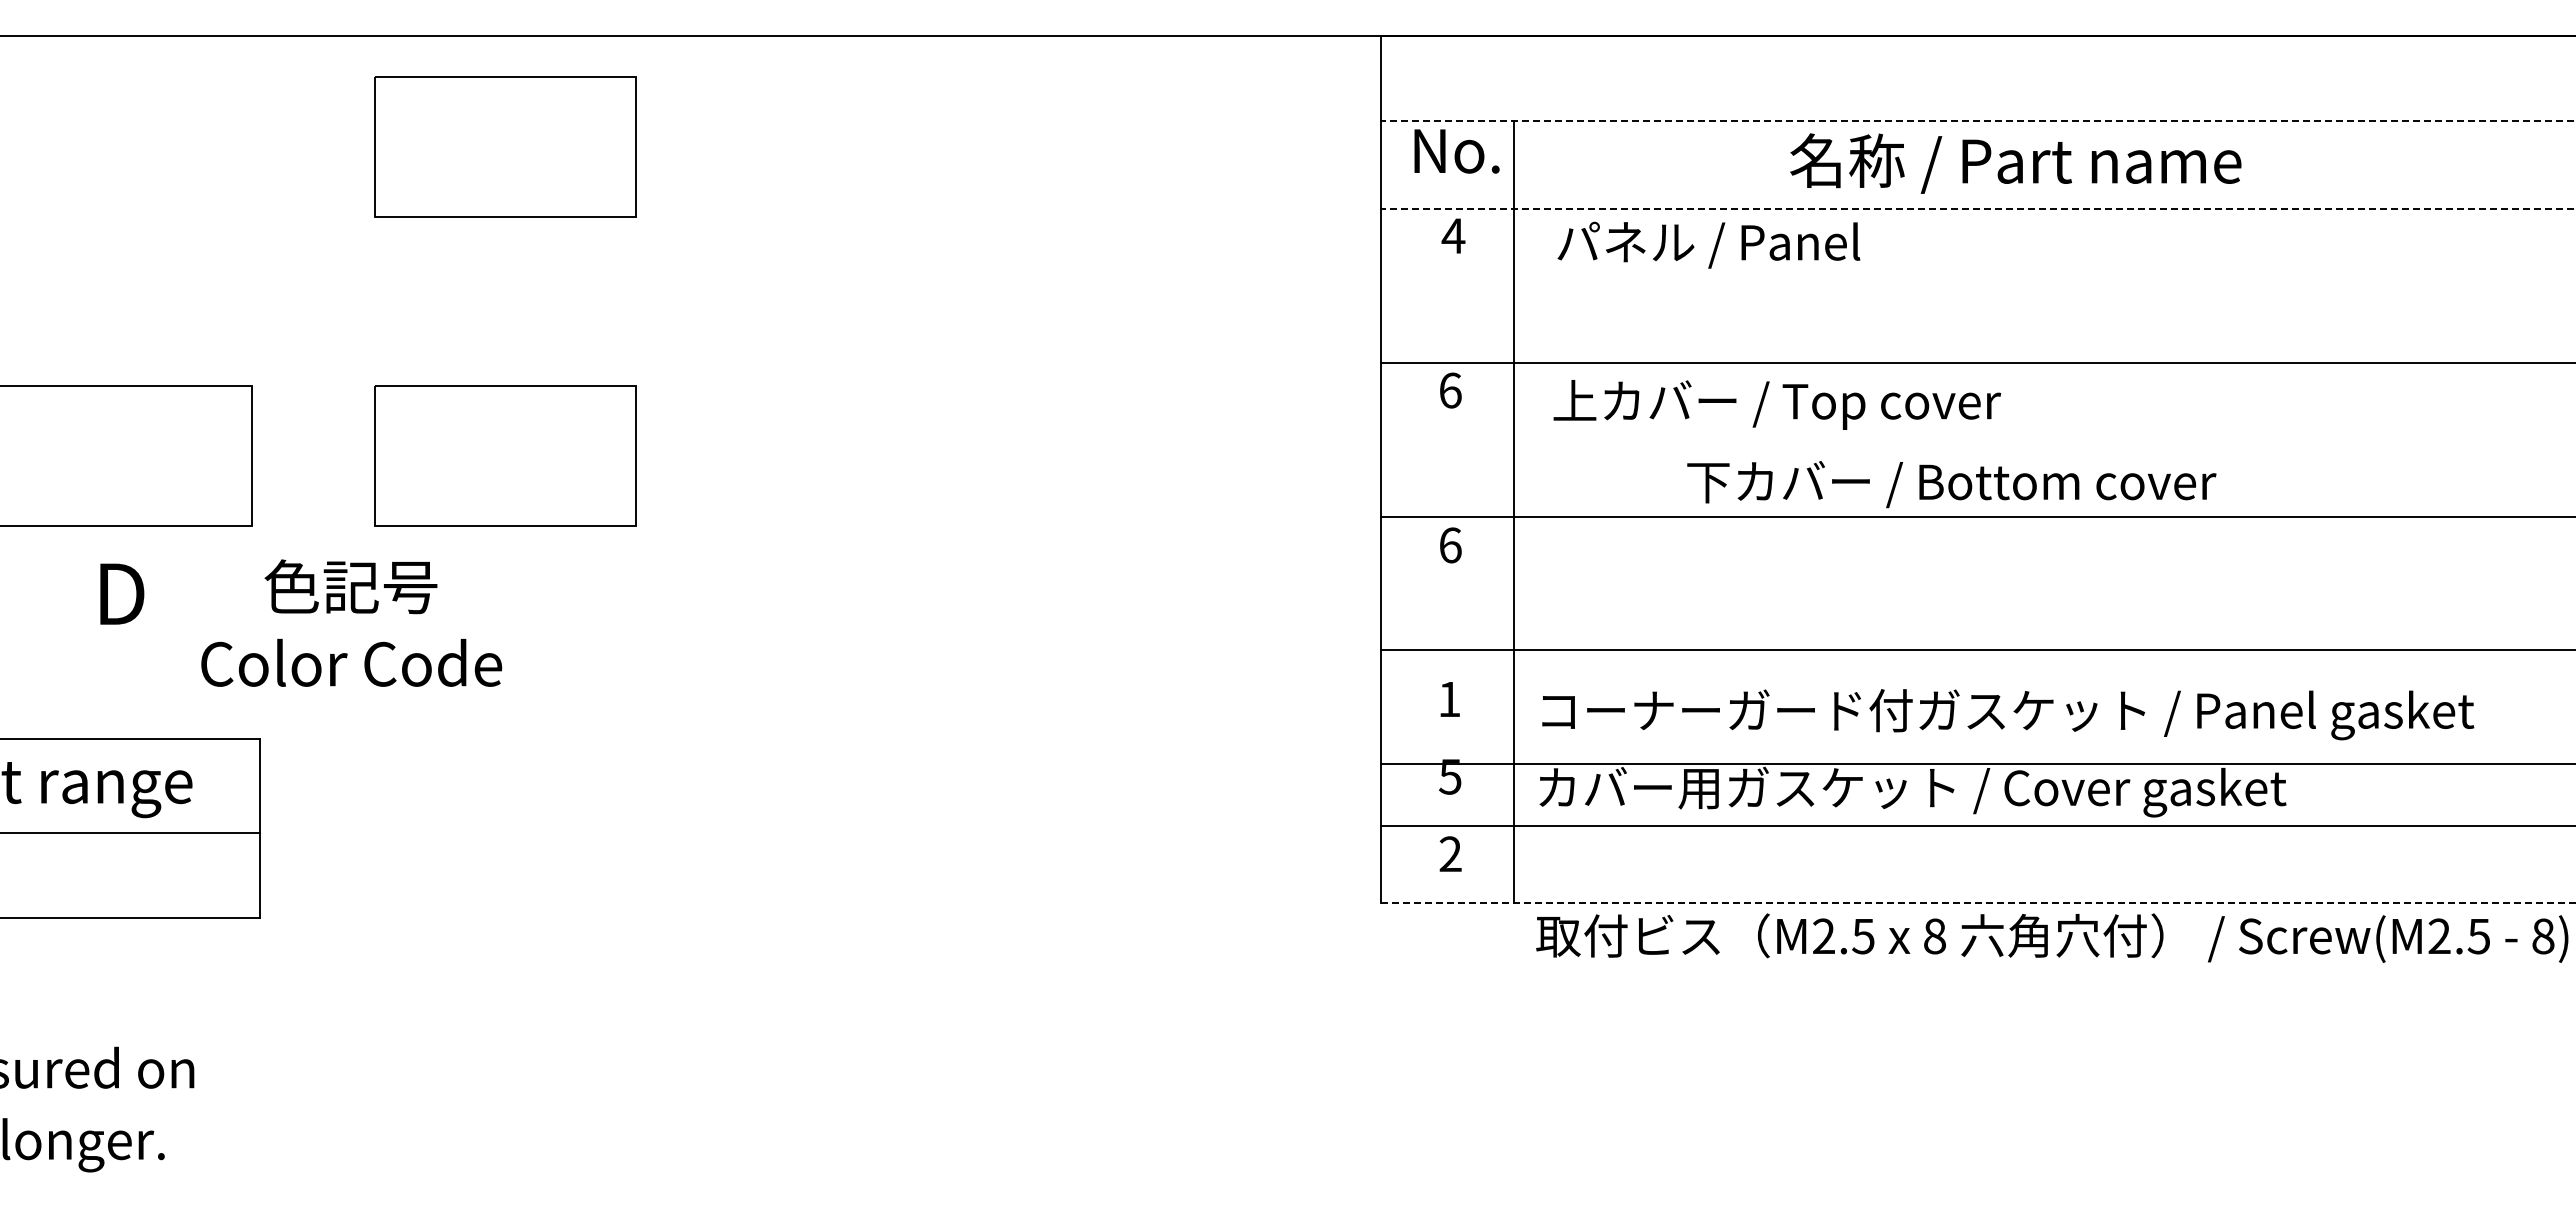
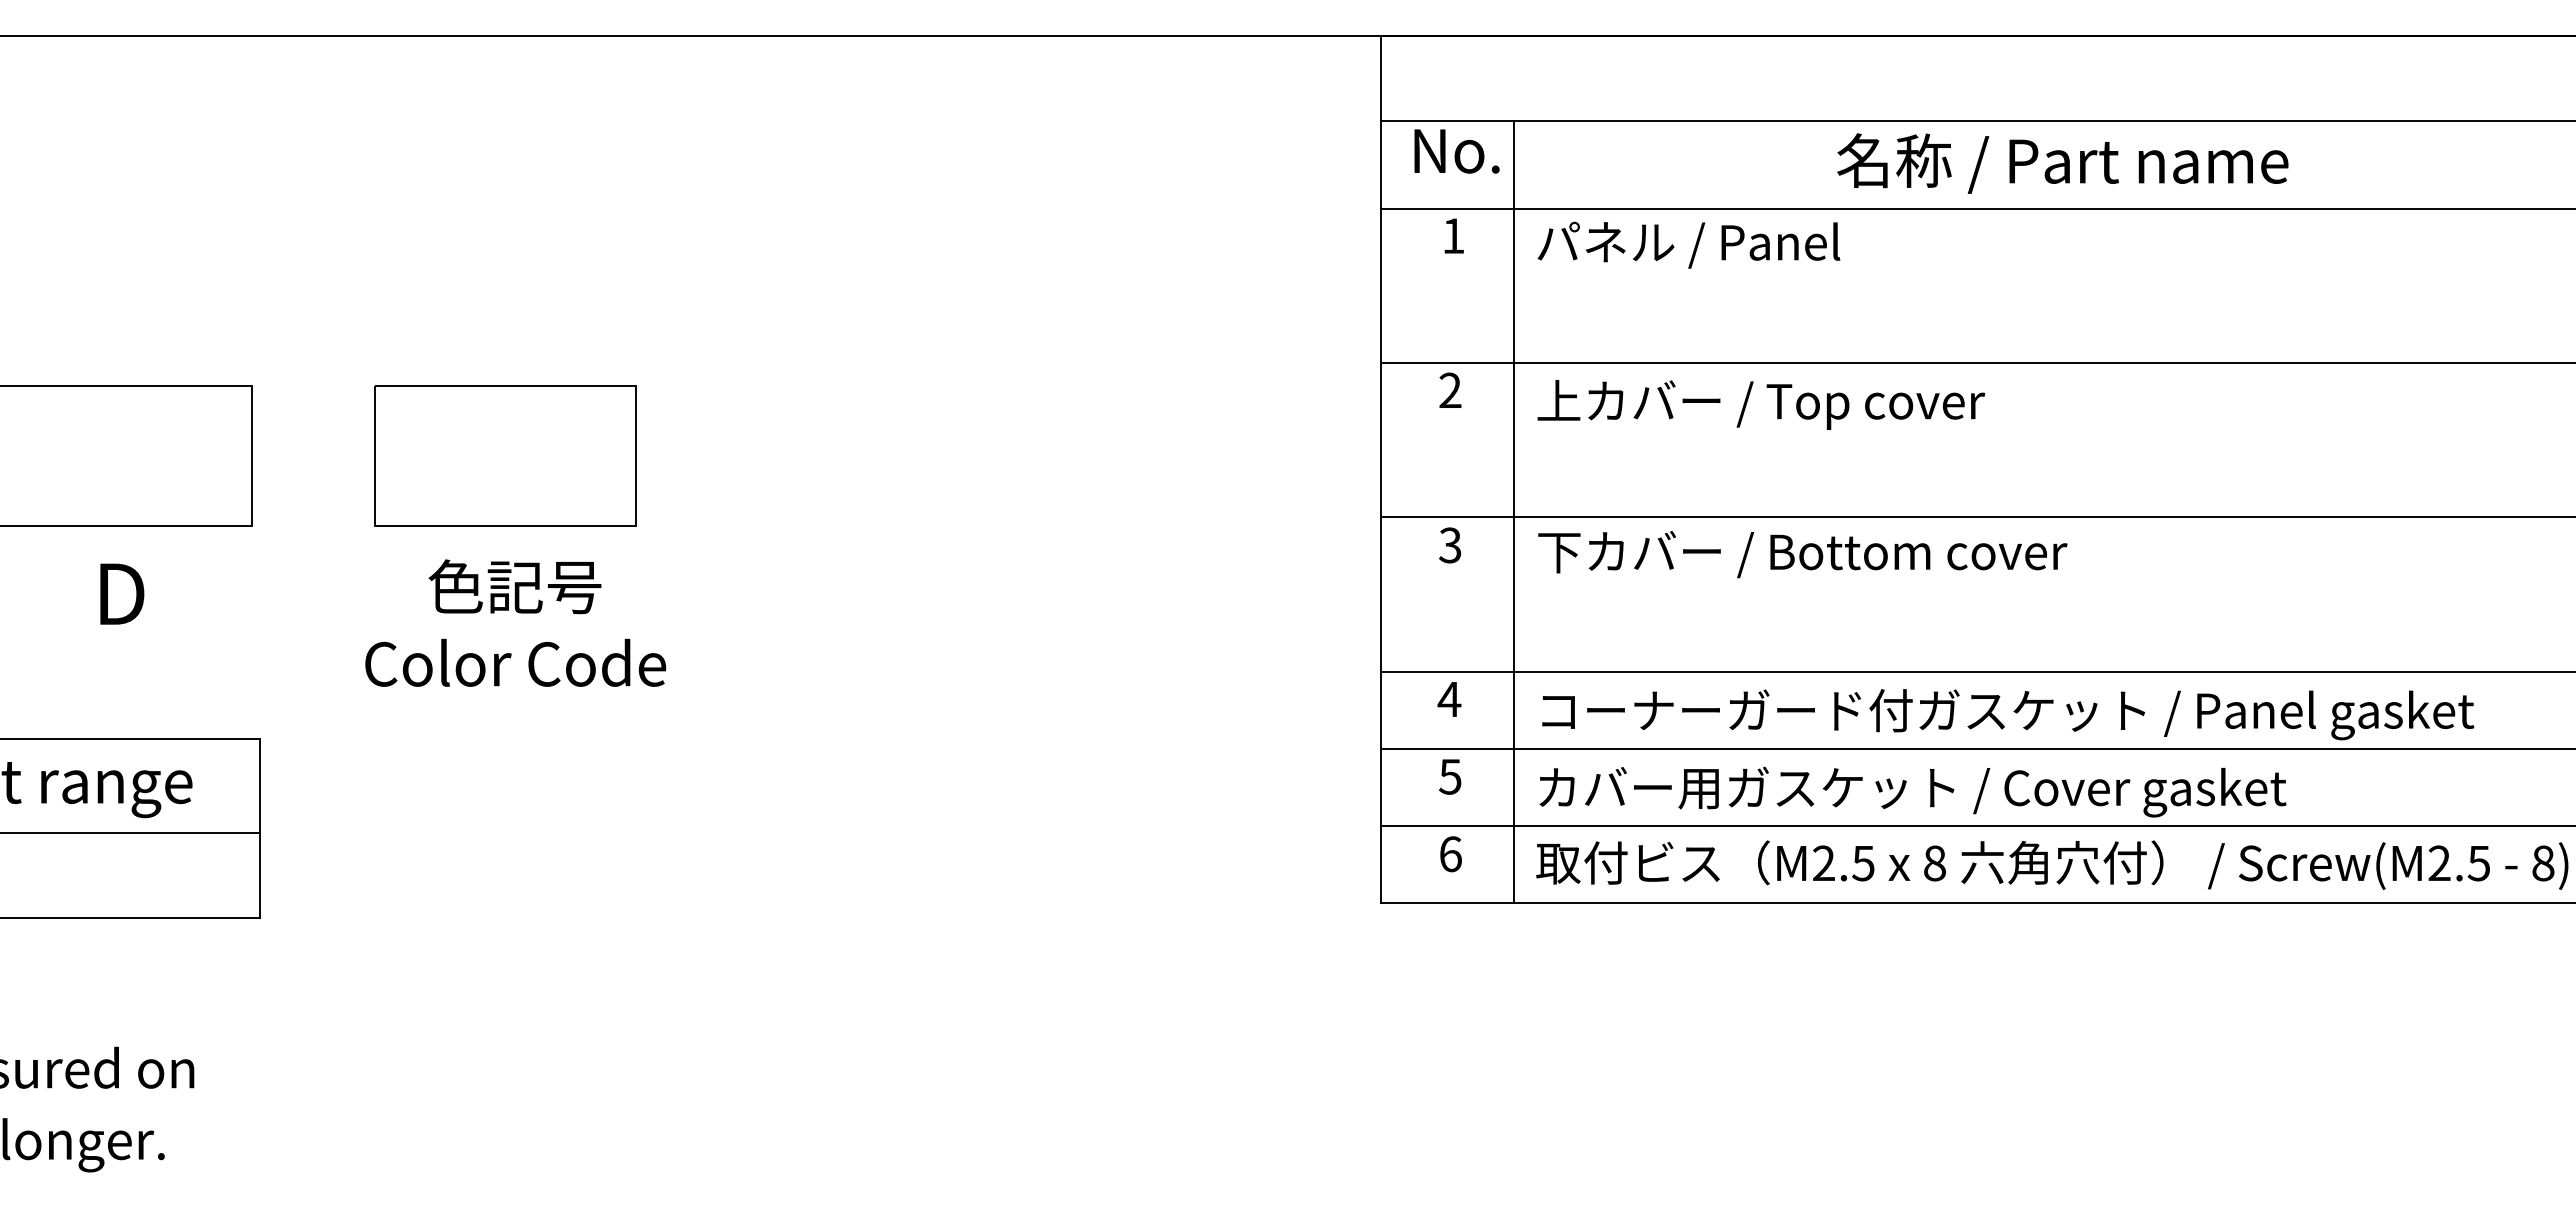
line at (1978, 120): dashed -> solid
part at (505, 146): present -> none
text at (2015, 163) position: (2015, 163) -> (2062, 163)
line at (1978, 208): dashed -> solid
text at (1453, 235): 4 -> 1
text at (1708, 244) position: (1708, 244) -> (1688, 244)
text at (1450, 390): 6 -> 2
text at (1777, 404) position: (1777, 404) -> (1761, 404)
text at (1951, 484) position: (1951, 484) -> (1802, 554)
text at (1450, 545): 6 -> 3
text at (351, 622) position: (351, 622) -> (515, 622)
line at (1976, 649) position: (1976, 649) -> (1976, 671)
text at (1449, 699): 1 -> 4
line at (1976, 764) position: (1976, 764) -> (1976, 749)
text at (1450, 854): 2 -> 6
line at (1978, 903): dashed -> solid
text at (2052, 937) position: (2052, 937) -> (2052, 864)
